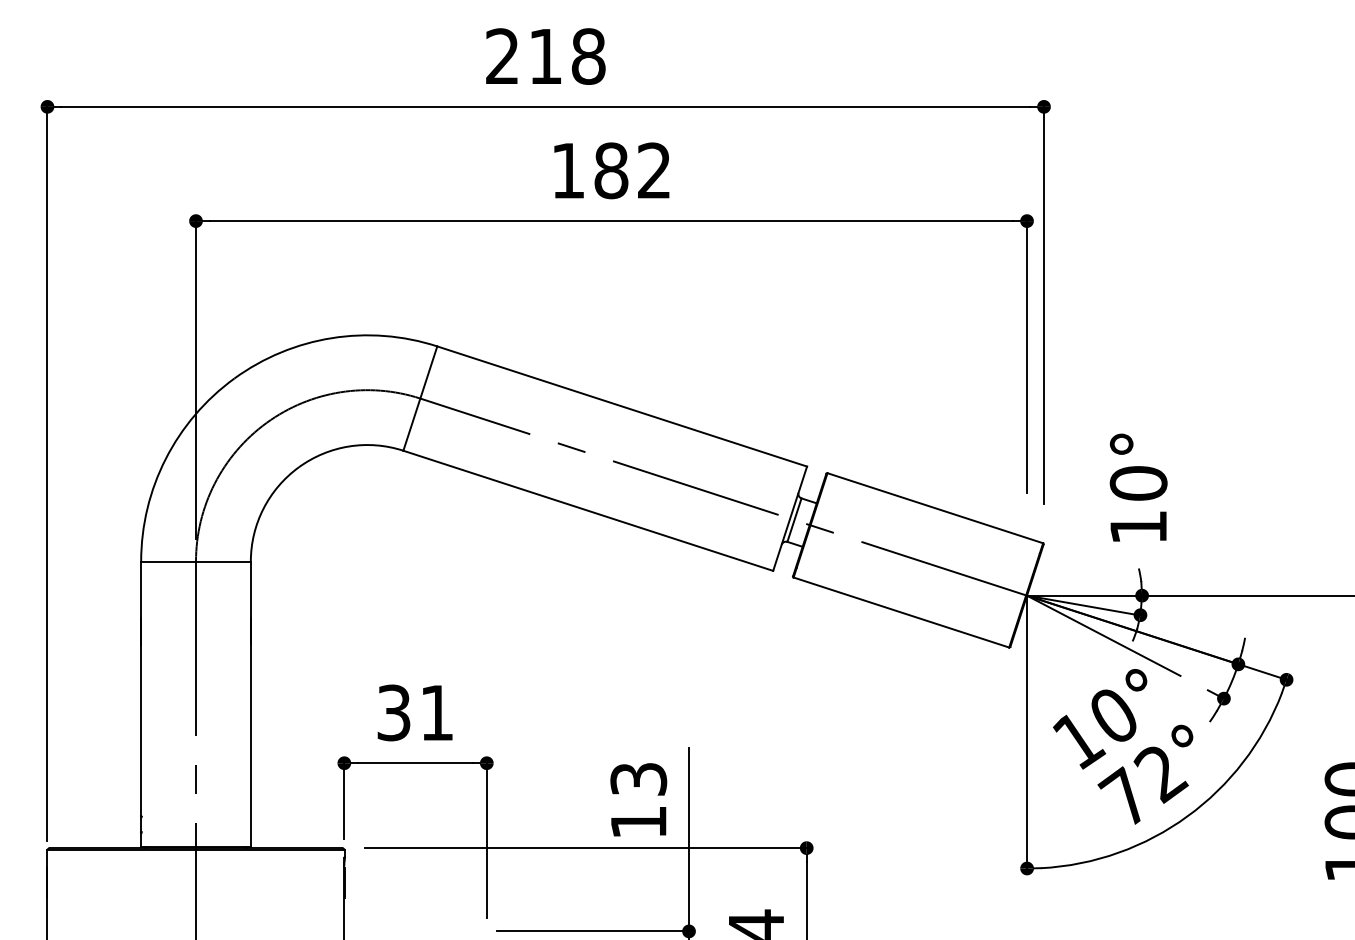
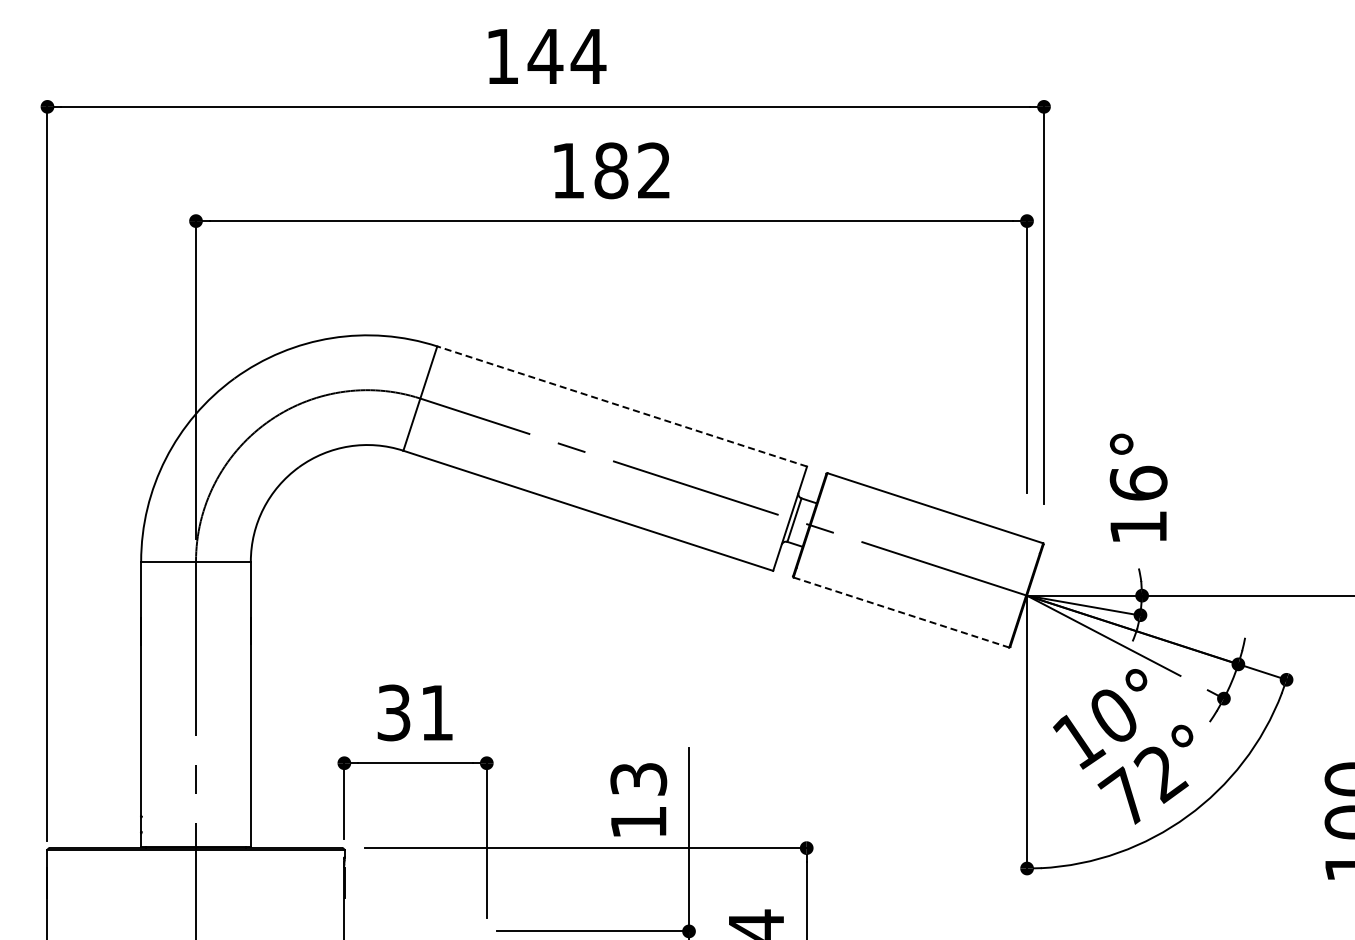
text at (546, 56): 218 -> 144
line at (621, 406): solid -> dashed
text at (1138, 482): 10° -> 16°
line at (901, 612): solid -> dashed
